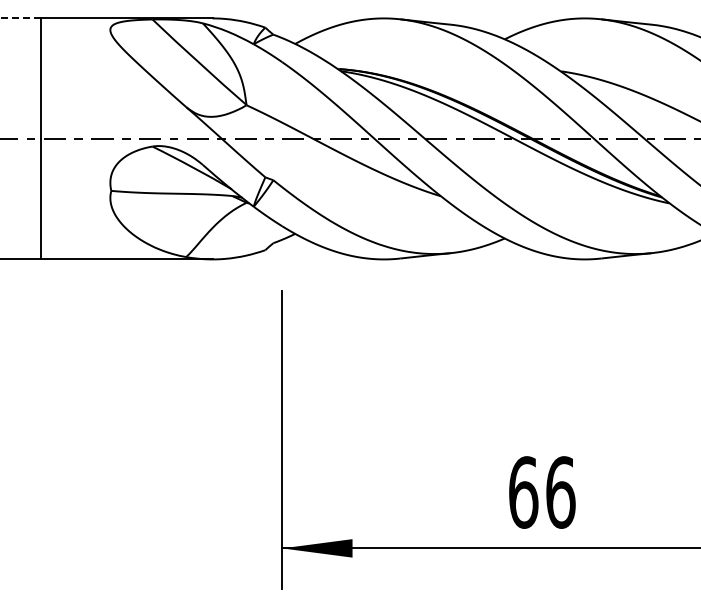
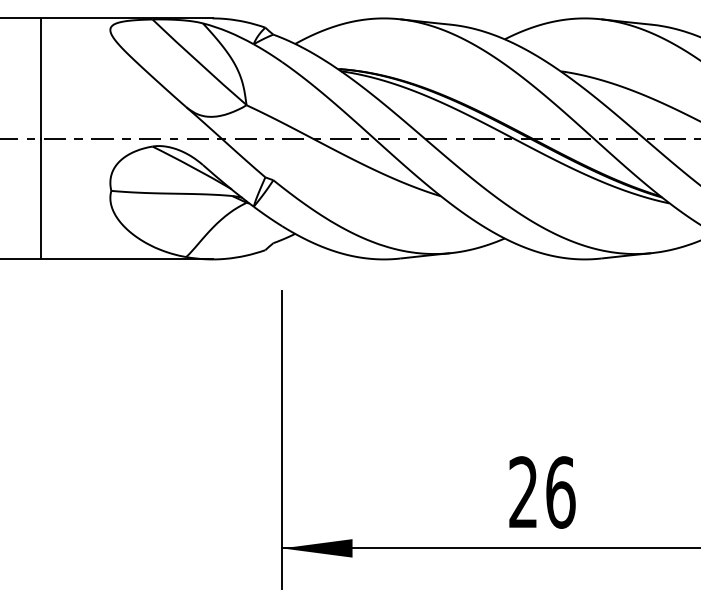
line at (20, 18): dashed -> solid
text at (523, 492): 66 -> 26
